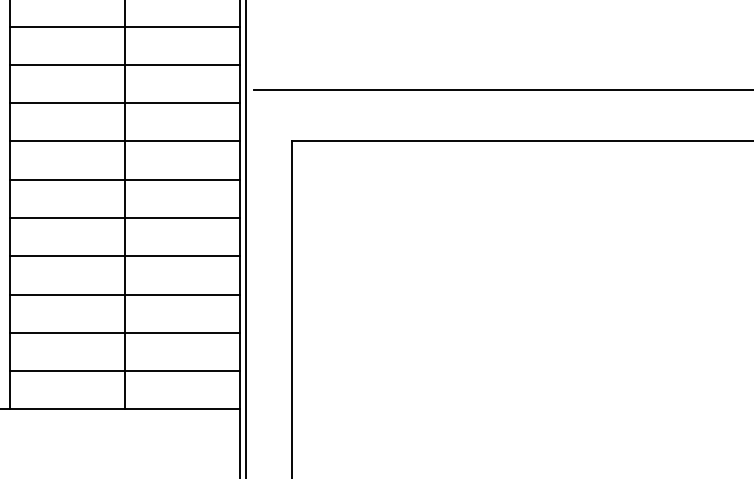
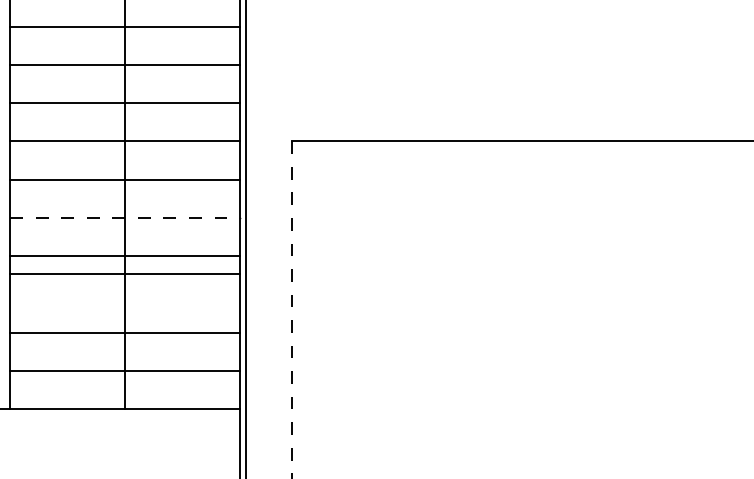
line at (502, 90): present -> none
line at (125, 218): solid -> dashed
line at (125, 294) position: (125, 294) -> (125, 273)
line at (292, 309): solid -> dashed
